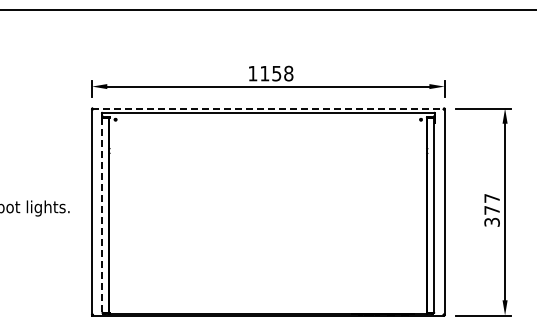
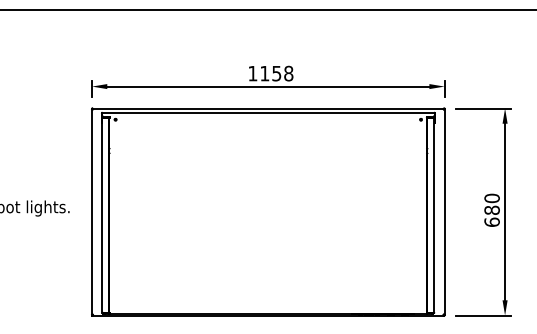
line at (268, 108): dashed -> solid
text at (491, 209): 377 -> 680
line at (102, 215): dashed -> solid
